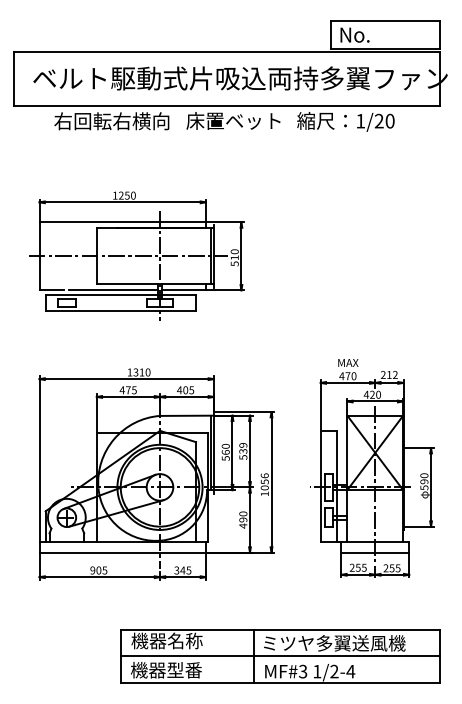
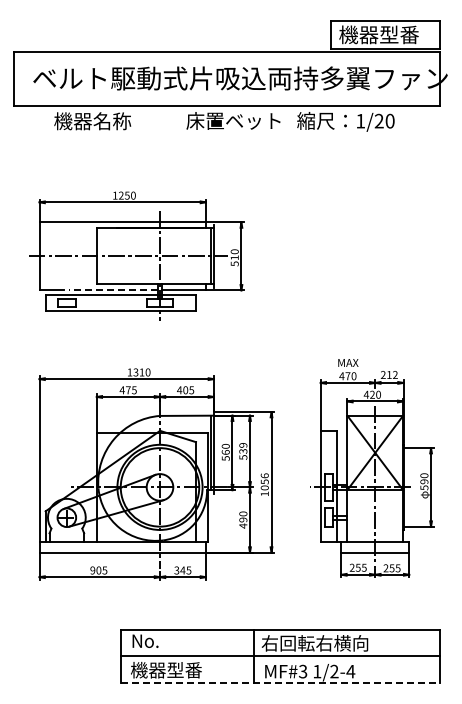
text at (378, 34): No. -> 機器型番
text at (111, 121): 右回転右横向 -> 機器名称
line at (113, 290): solid -> dashed
text at (166, 640): 機器名称 -> No.
text at (333, 643): ミツヤ多翼送風機 -> 右回転右横向
line at (280, 682): solid -> dashed
